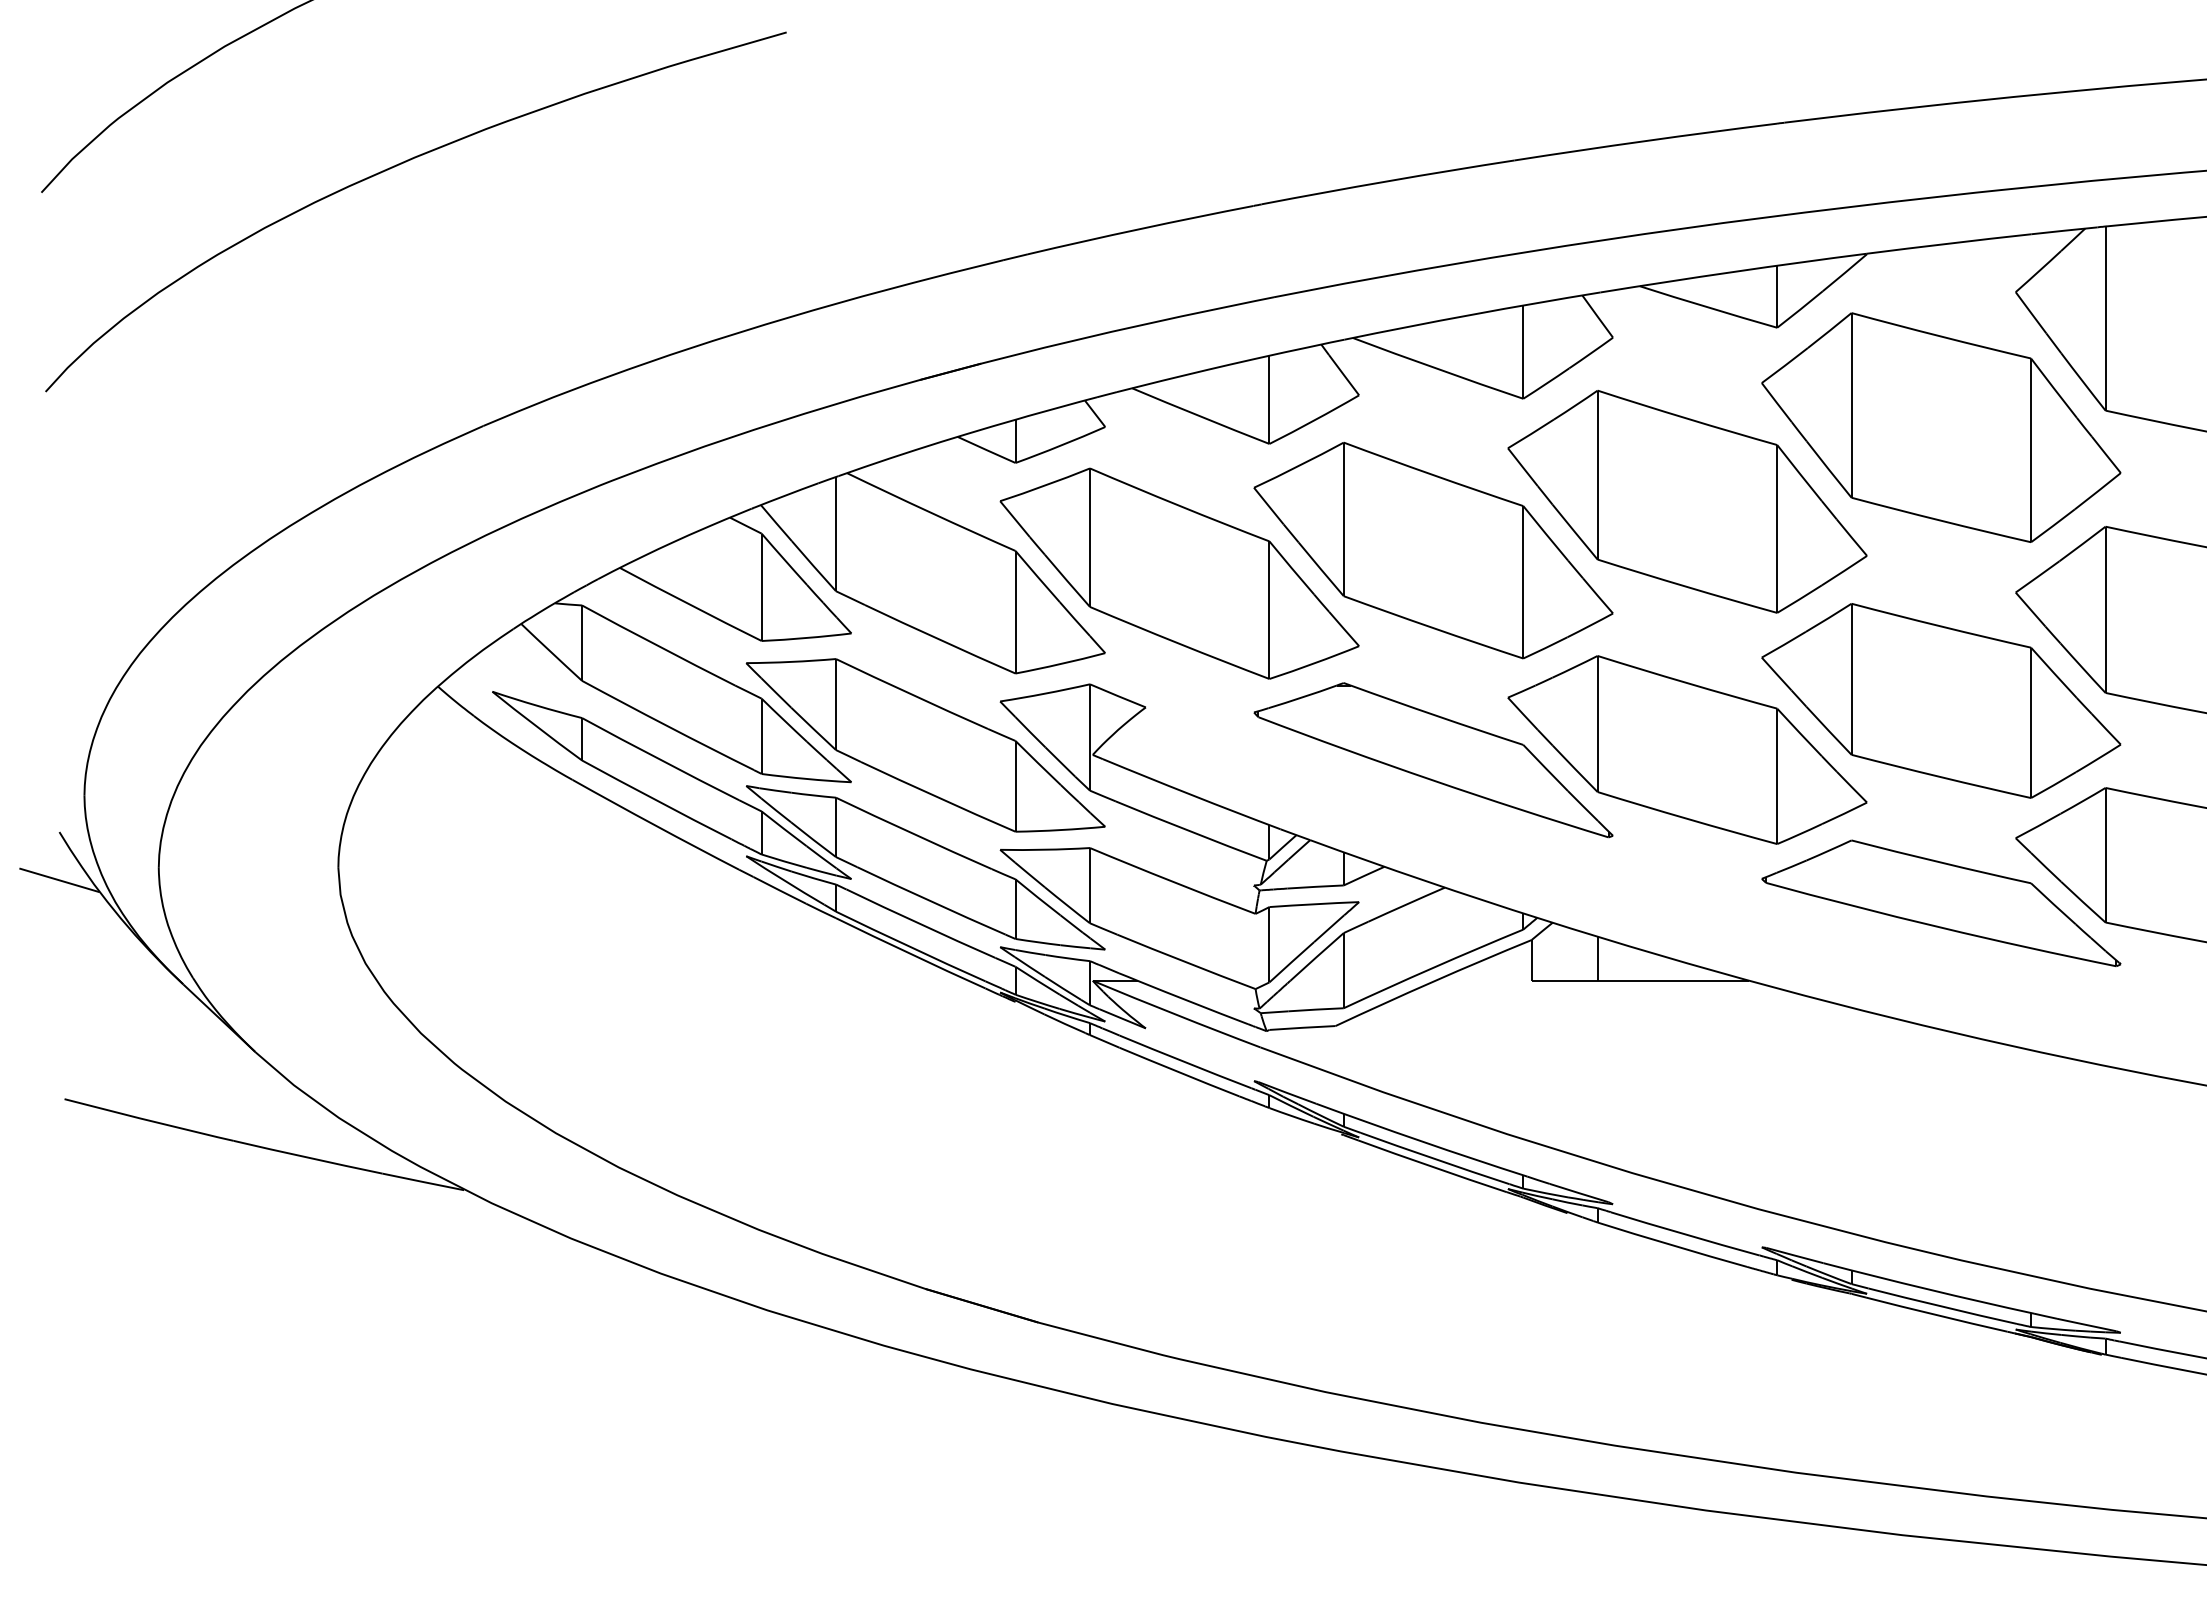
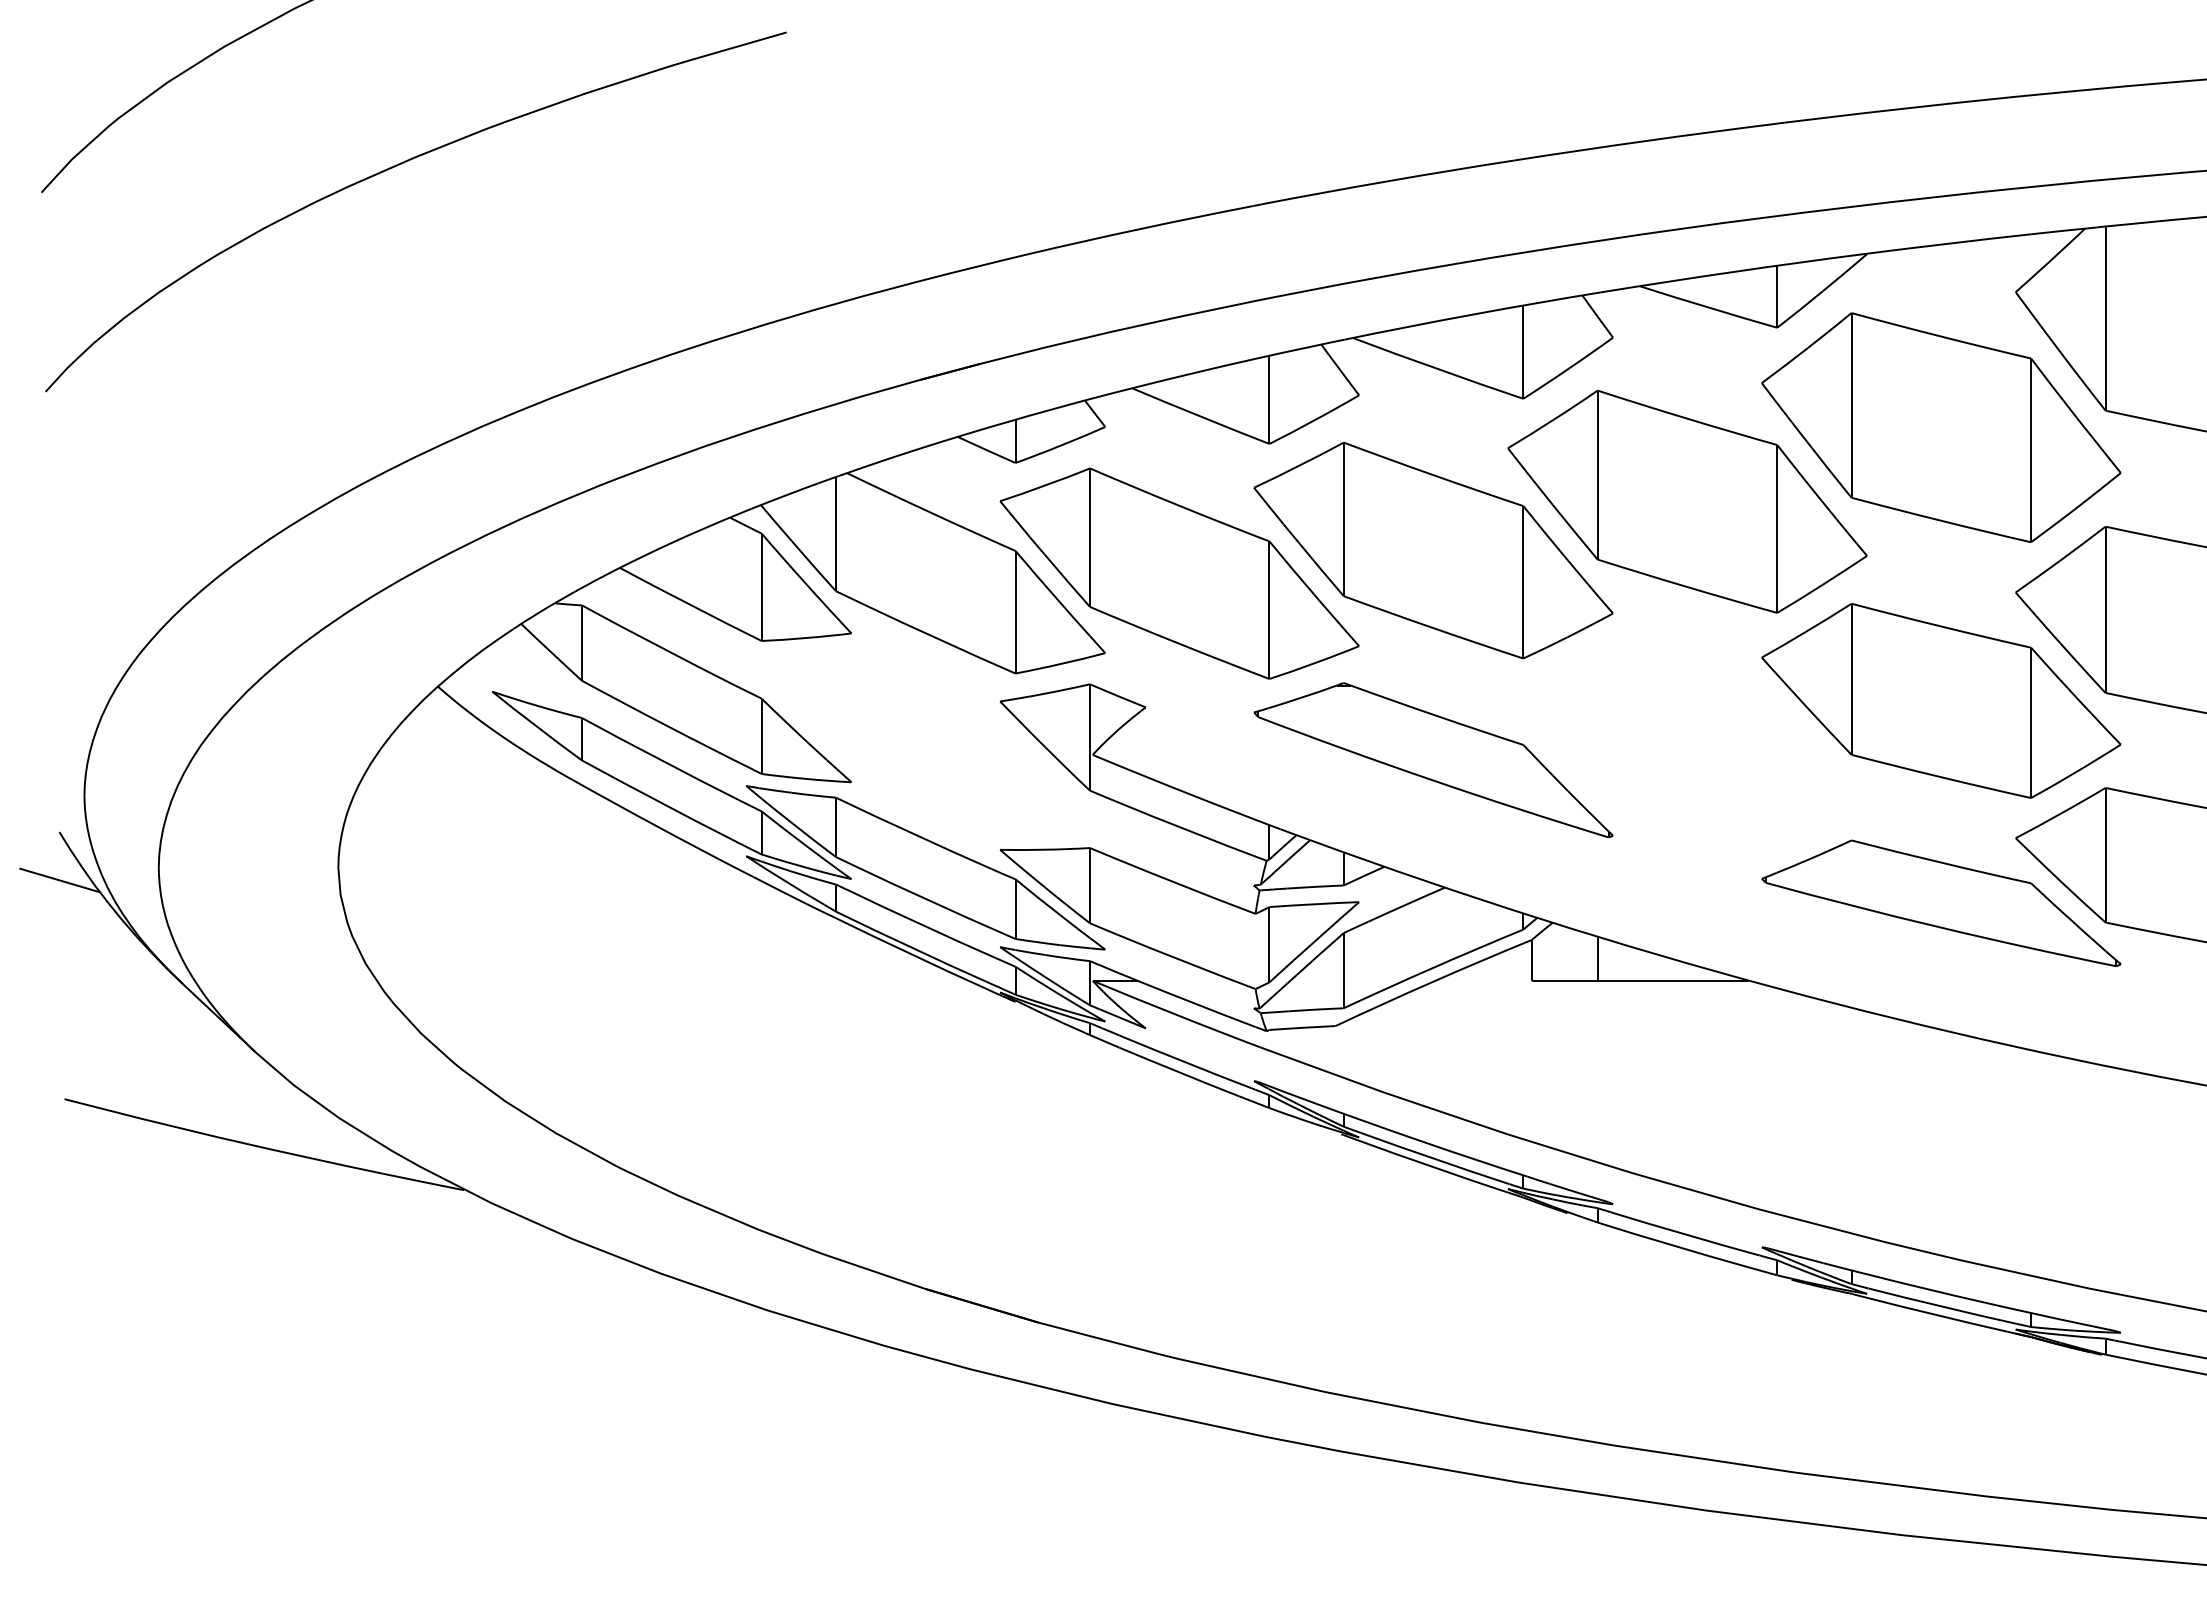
part at (925, 745): present -> none
part at (1687, 749): present -> none
